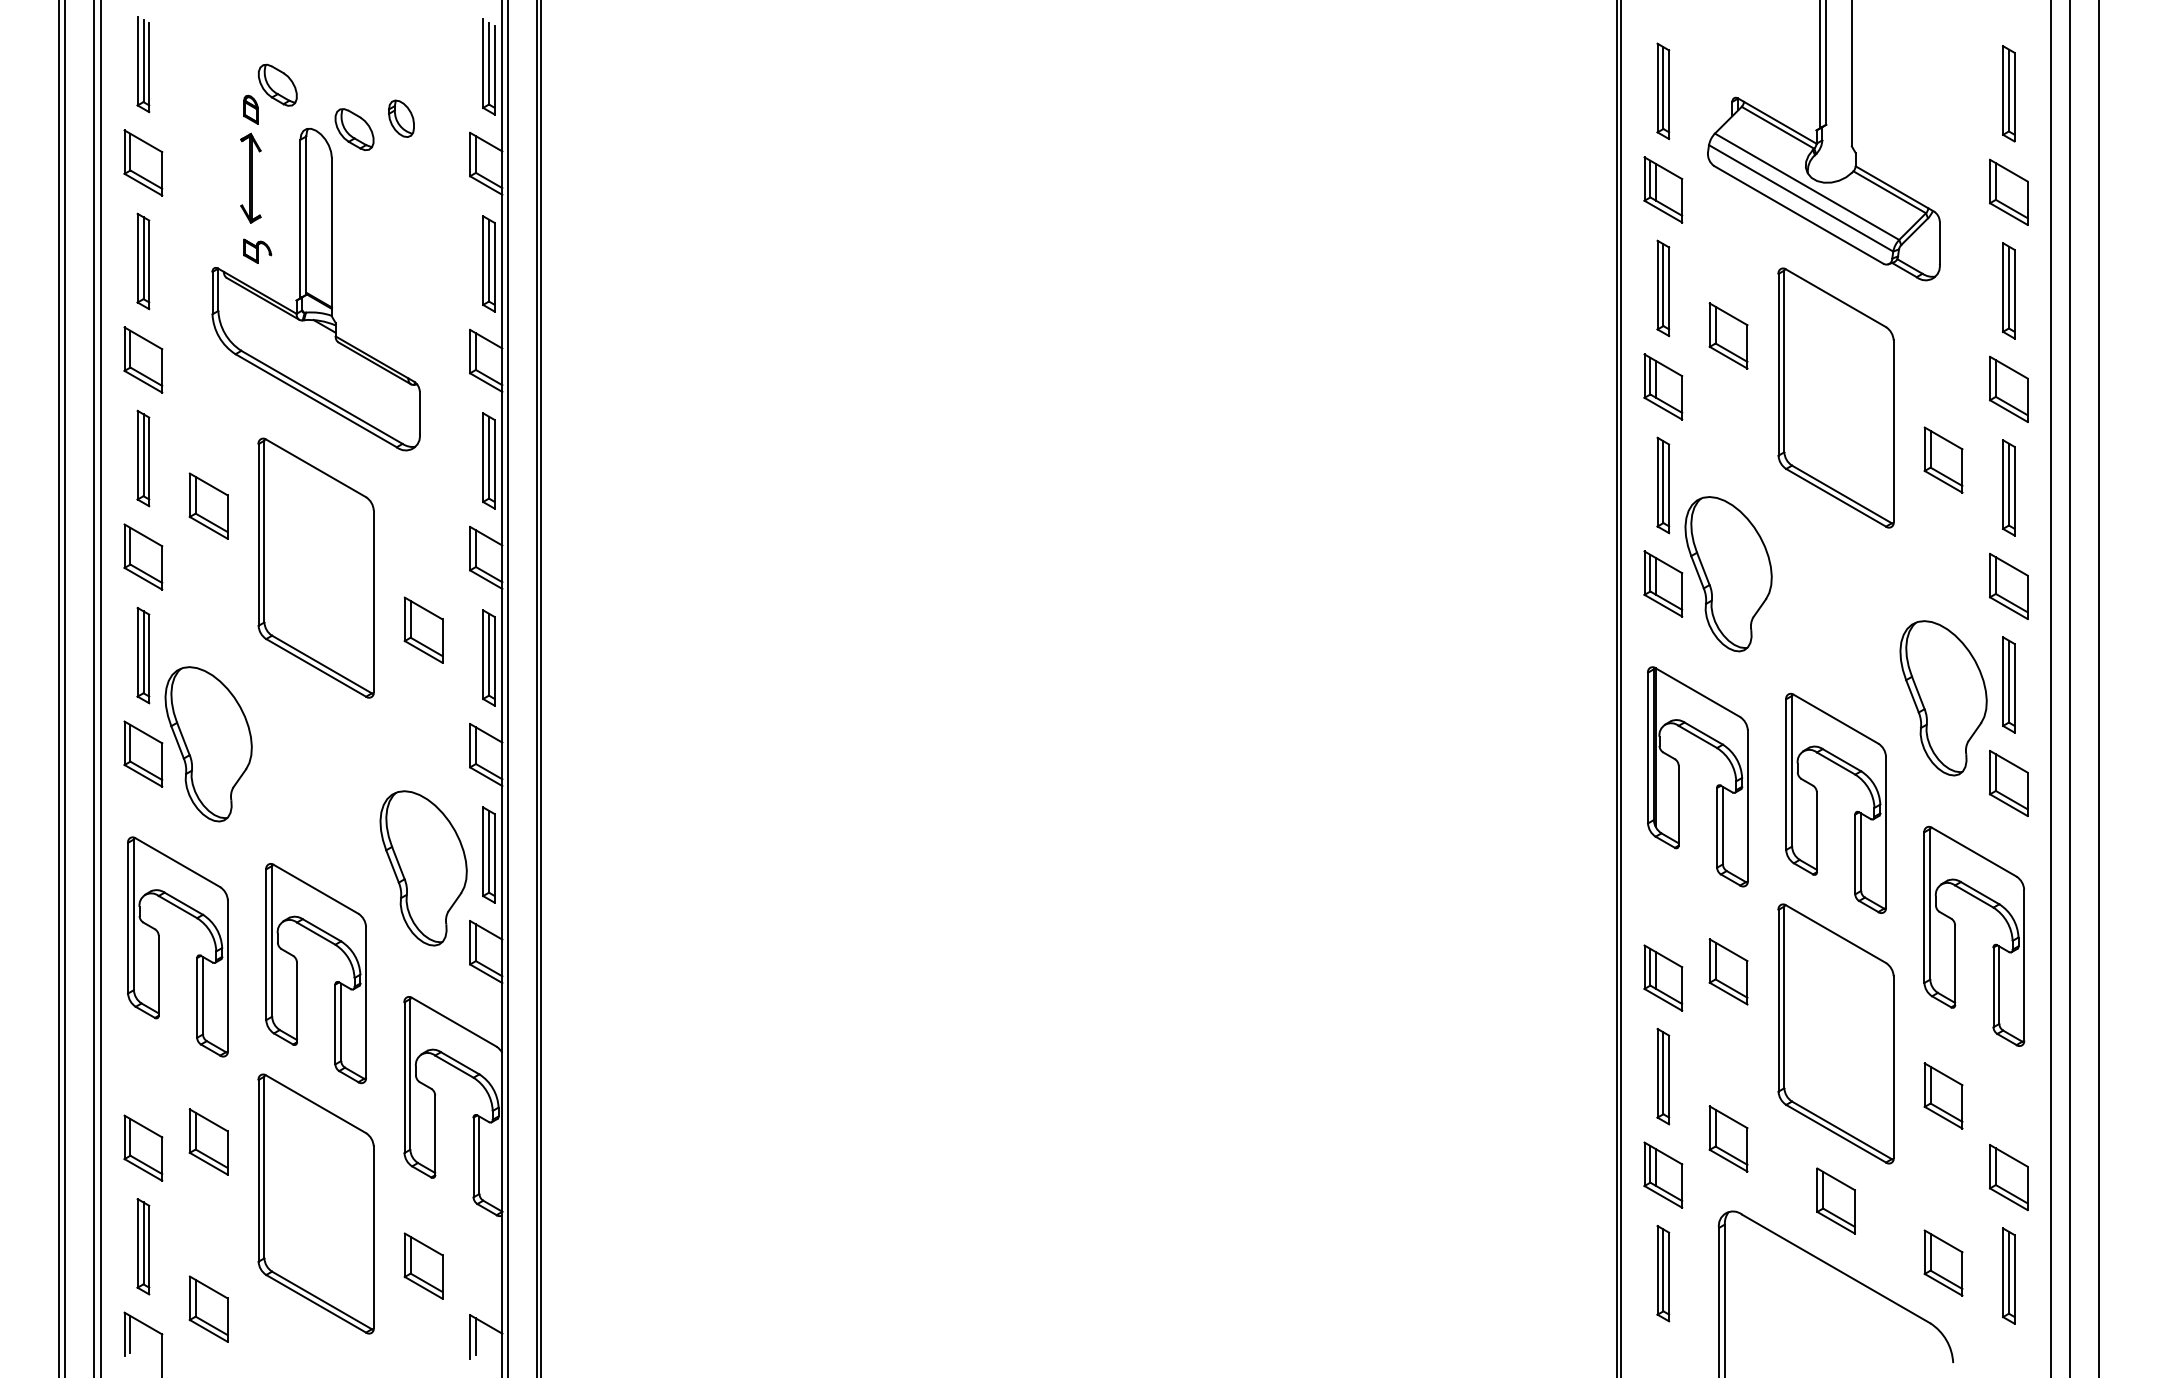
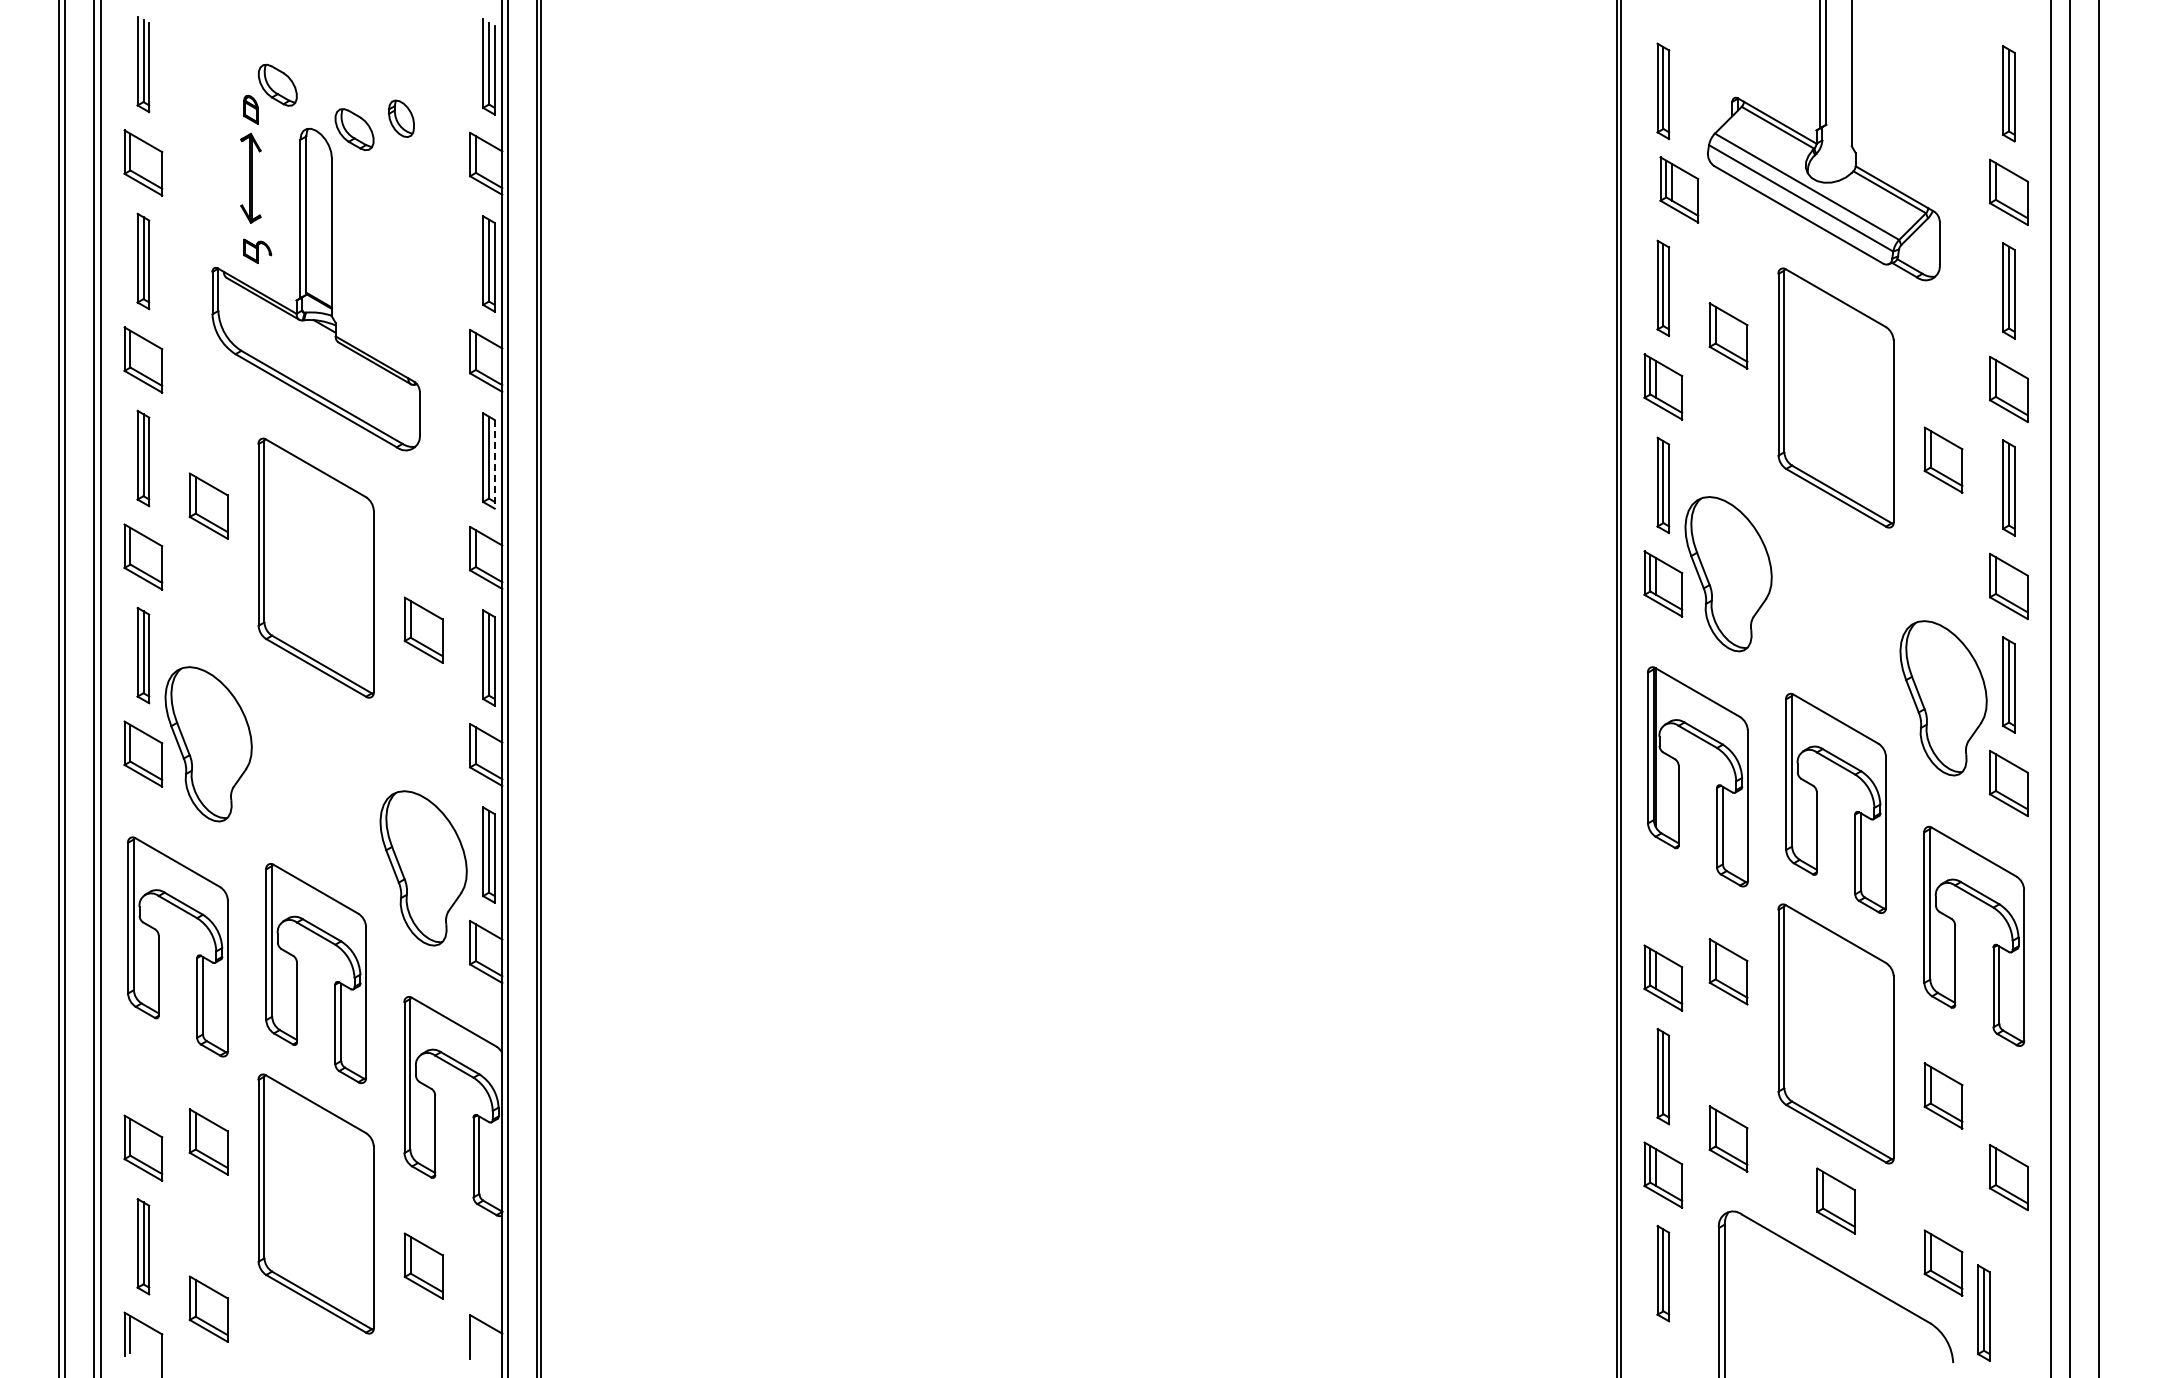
part at (1663, 189) position: (1663, 189) -> (1679, 189)
line at (494, 464): solid -> dashed
part at (2008, 1275) position: (2008, 1275) -> (1983, 1312)
line at (475, 1336): present -> none
